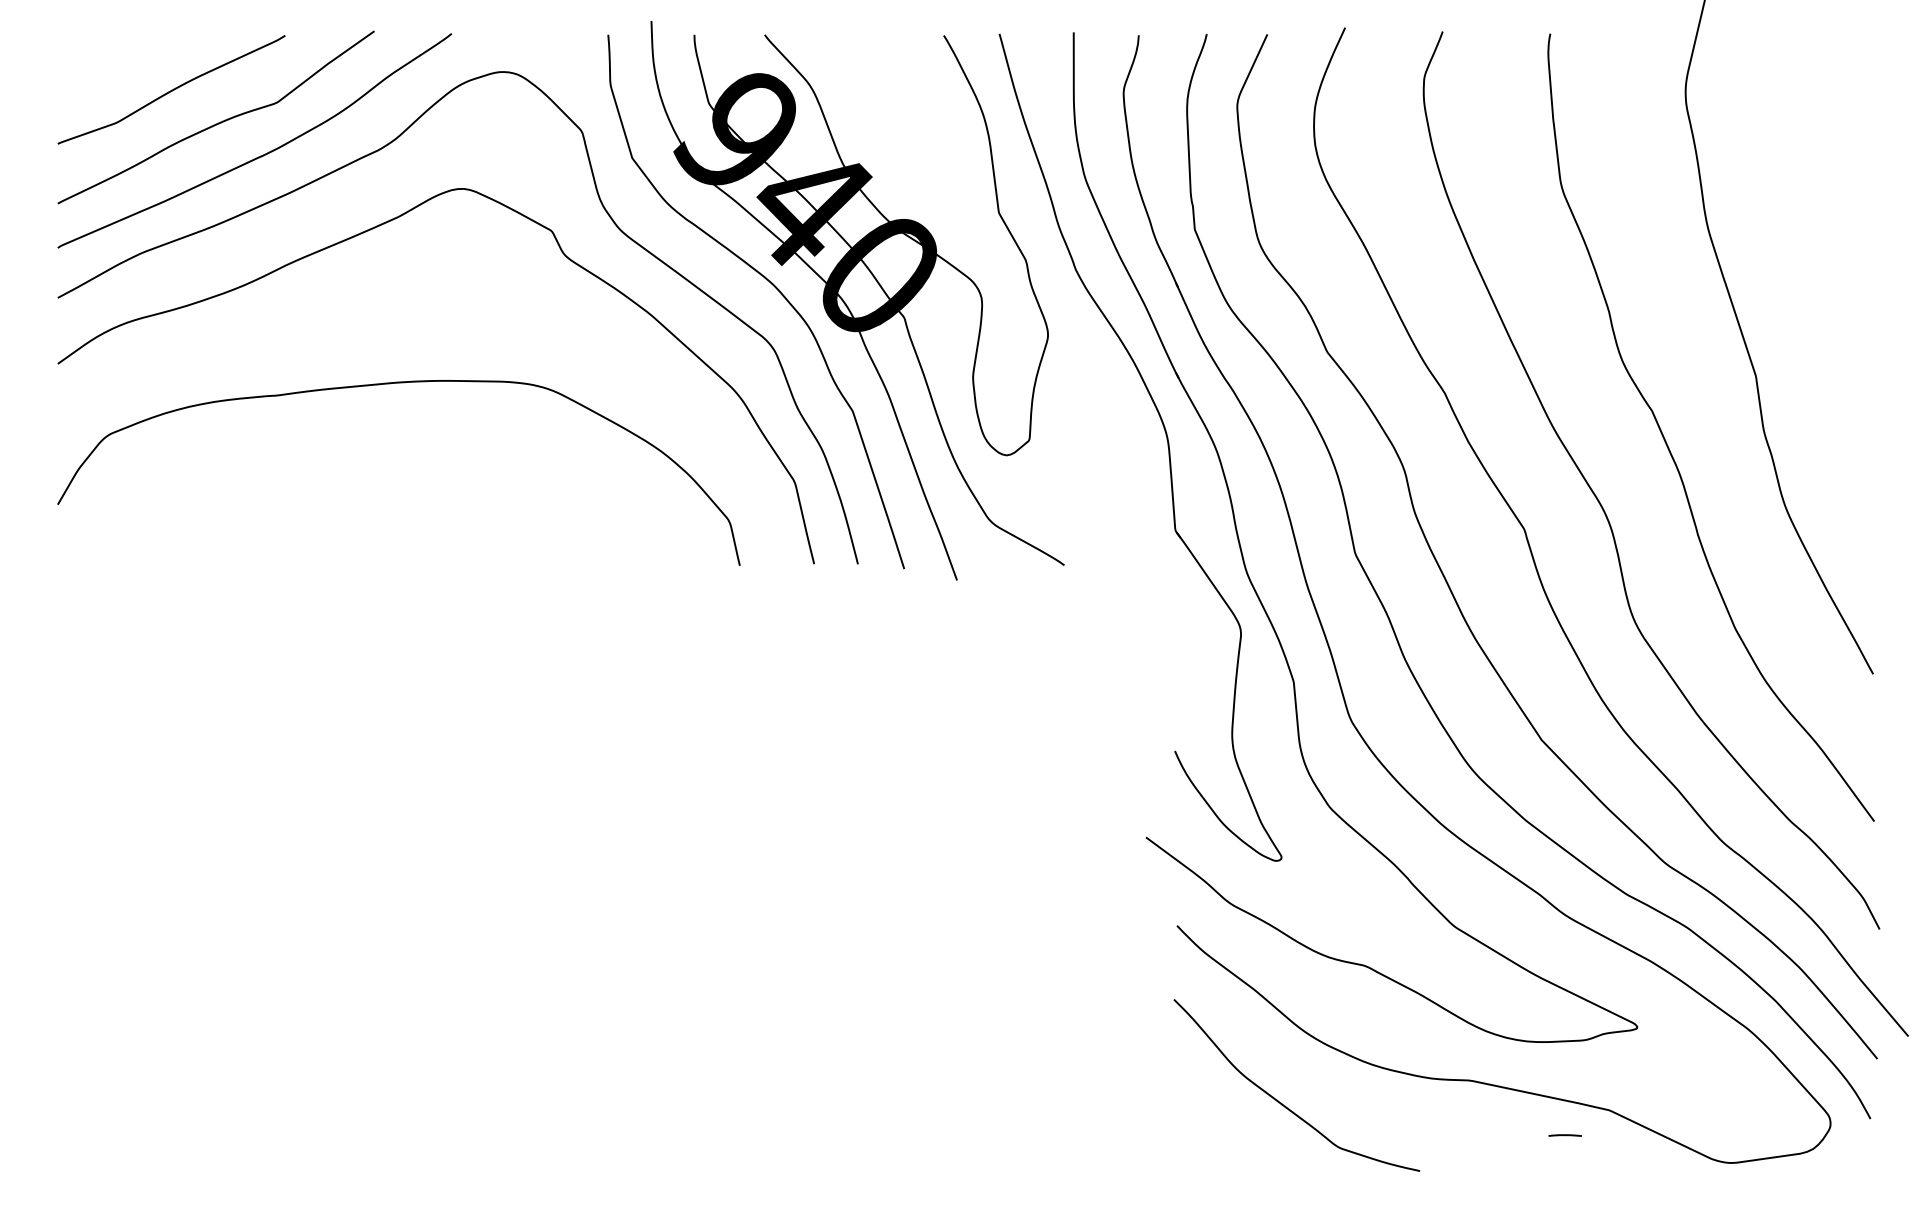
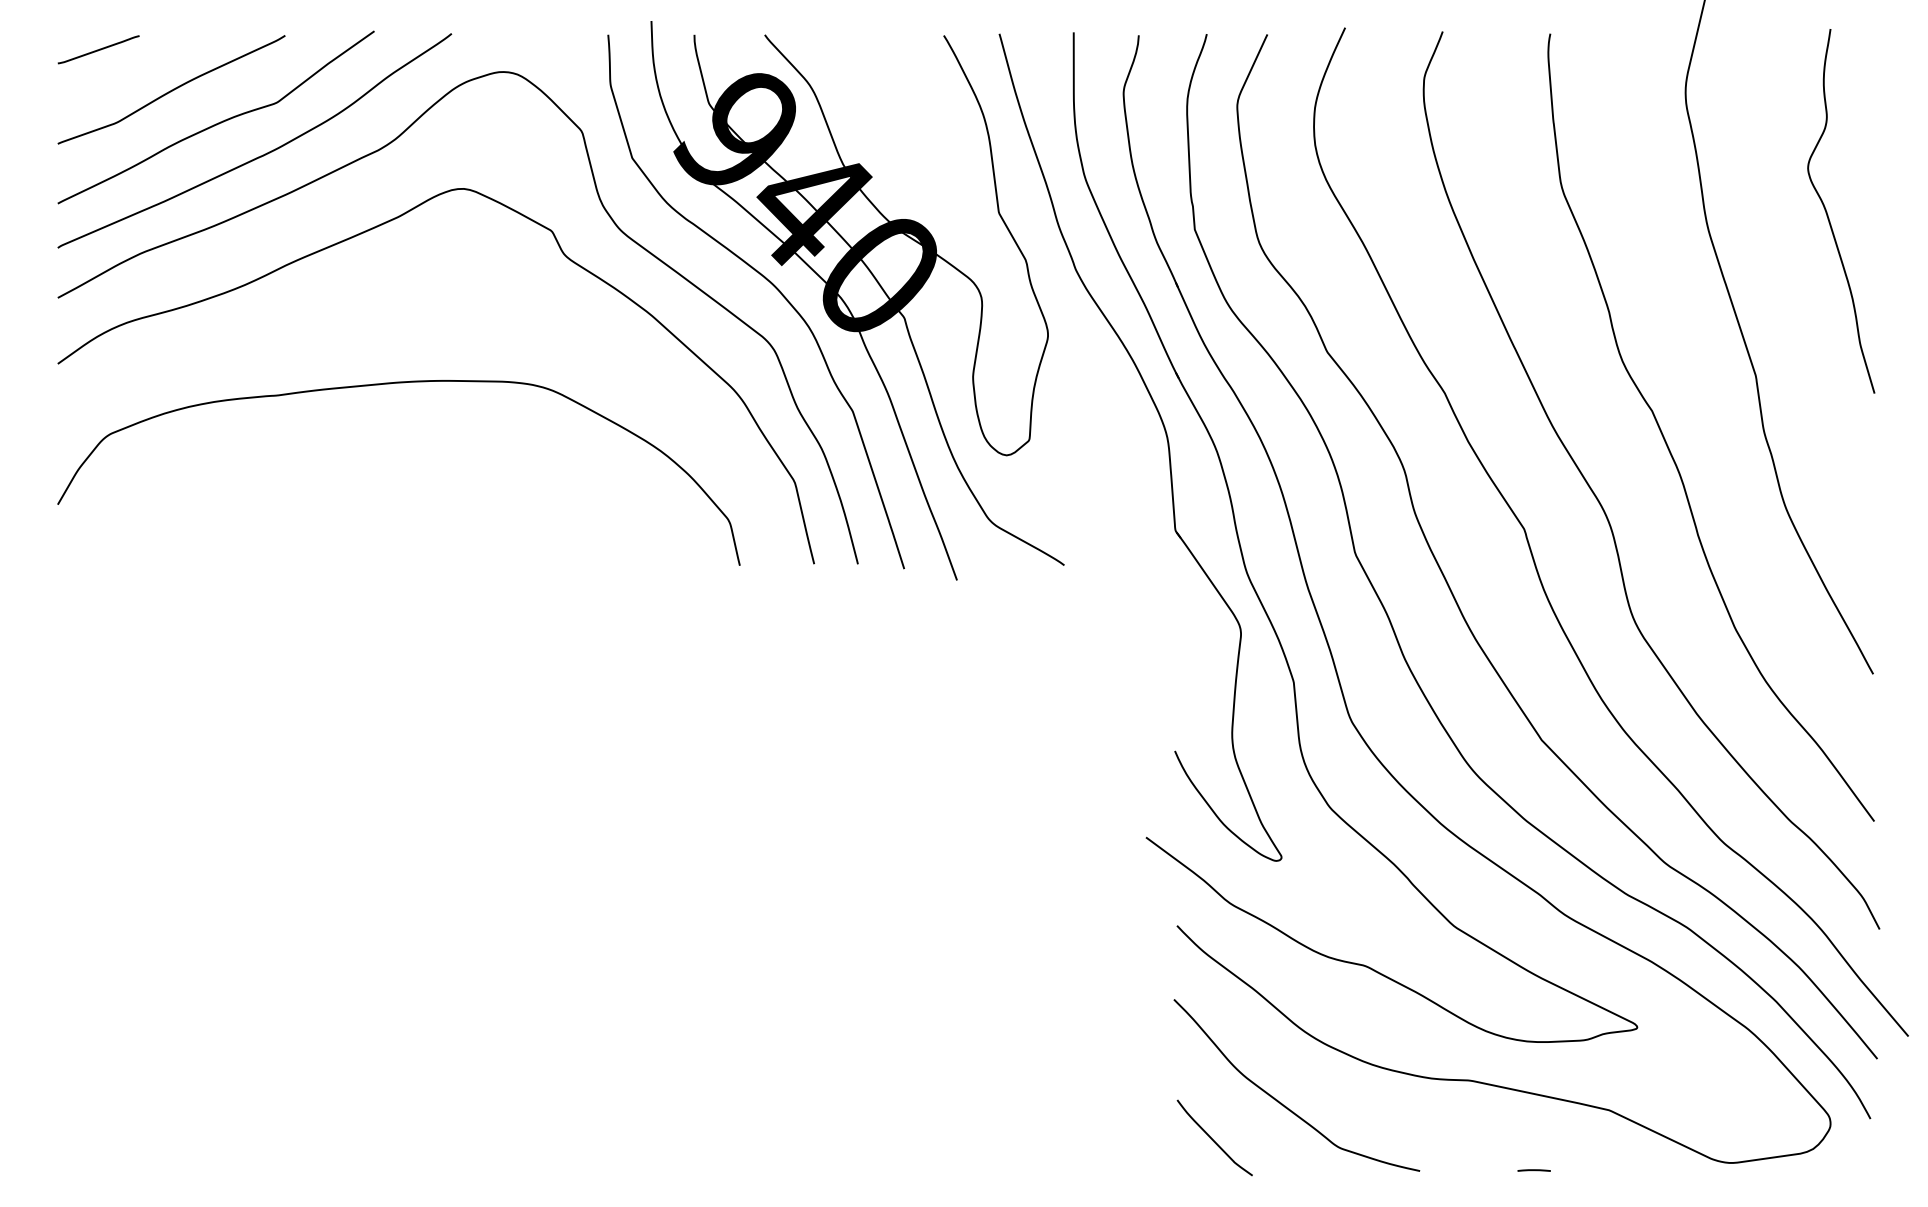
line at (98, 49): none -> present
curve at (1828, 214): none -> present
line at (1564, 1135) position: (1564, 1135) -> (1533, 1170)
curve at (1212, 1138): none -> present
